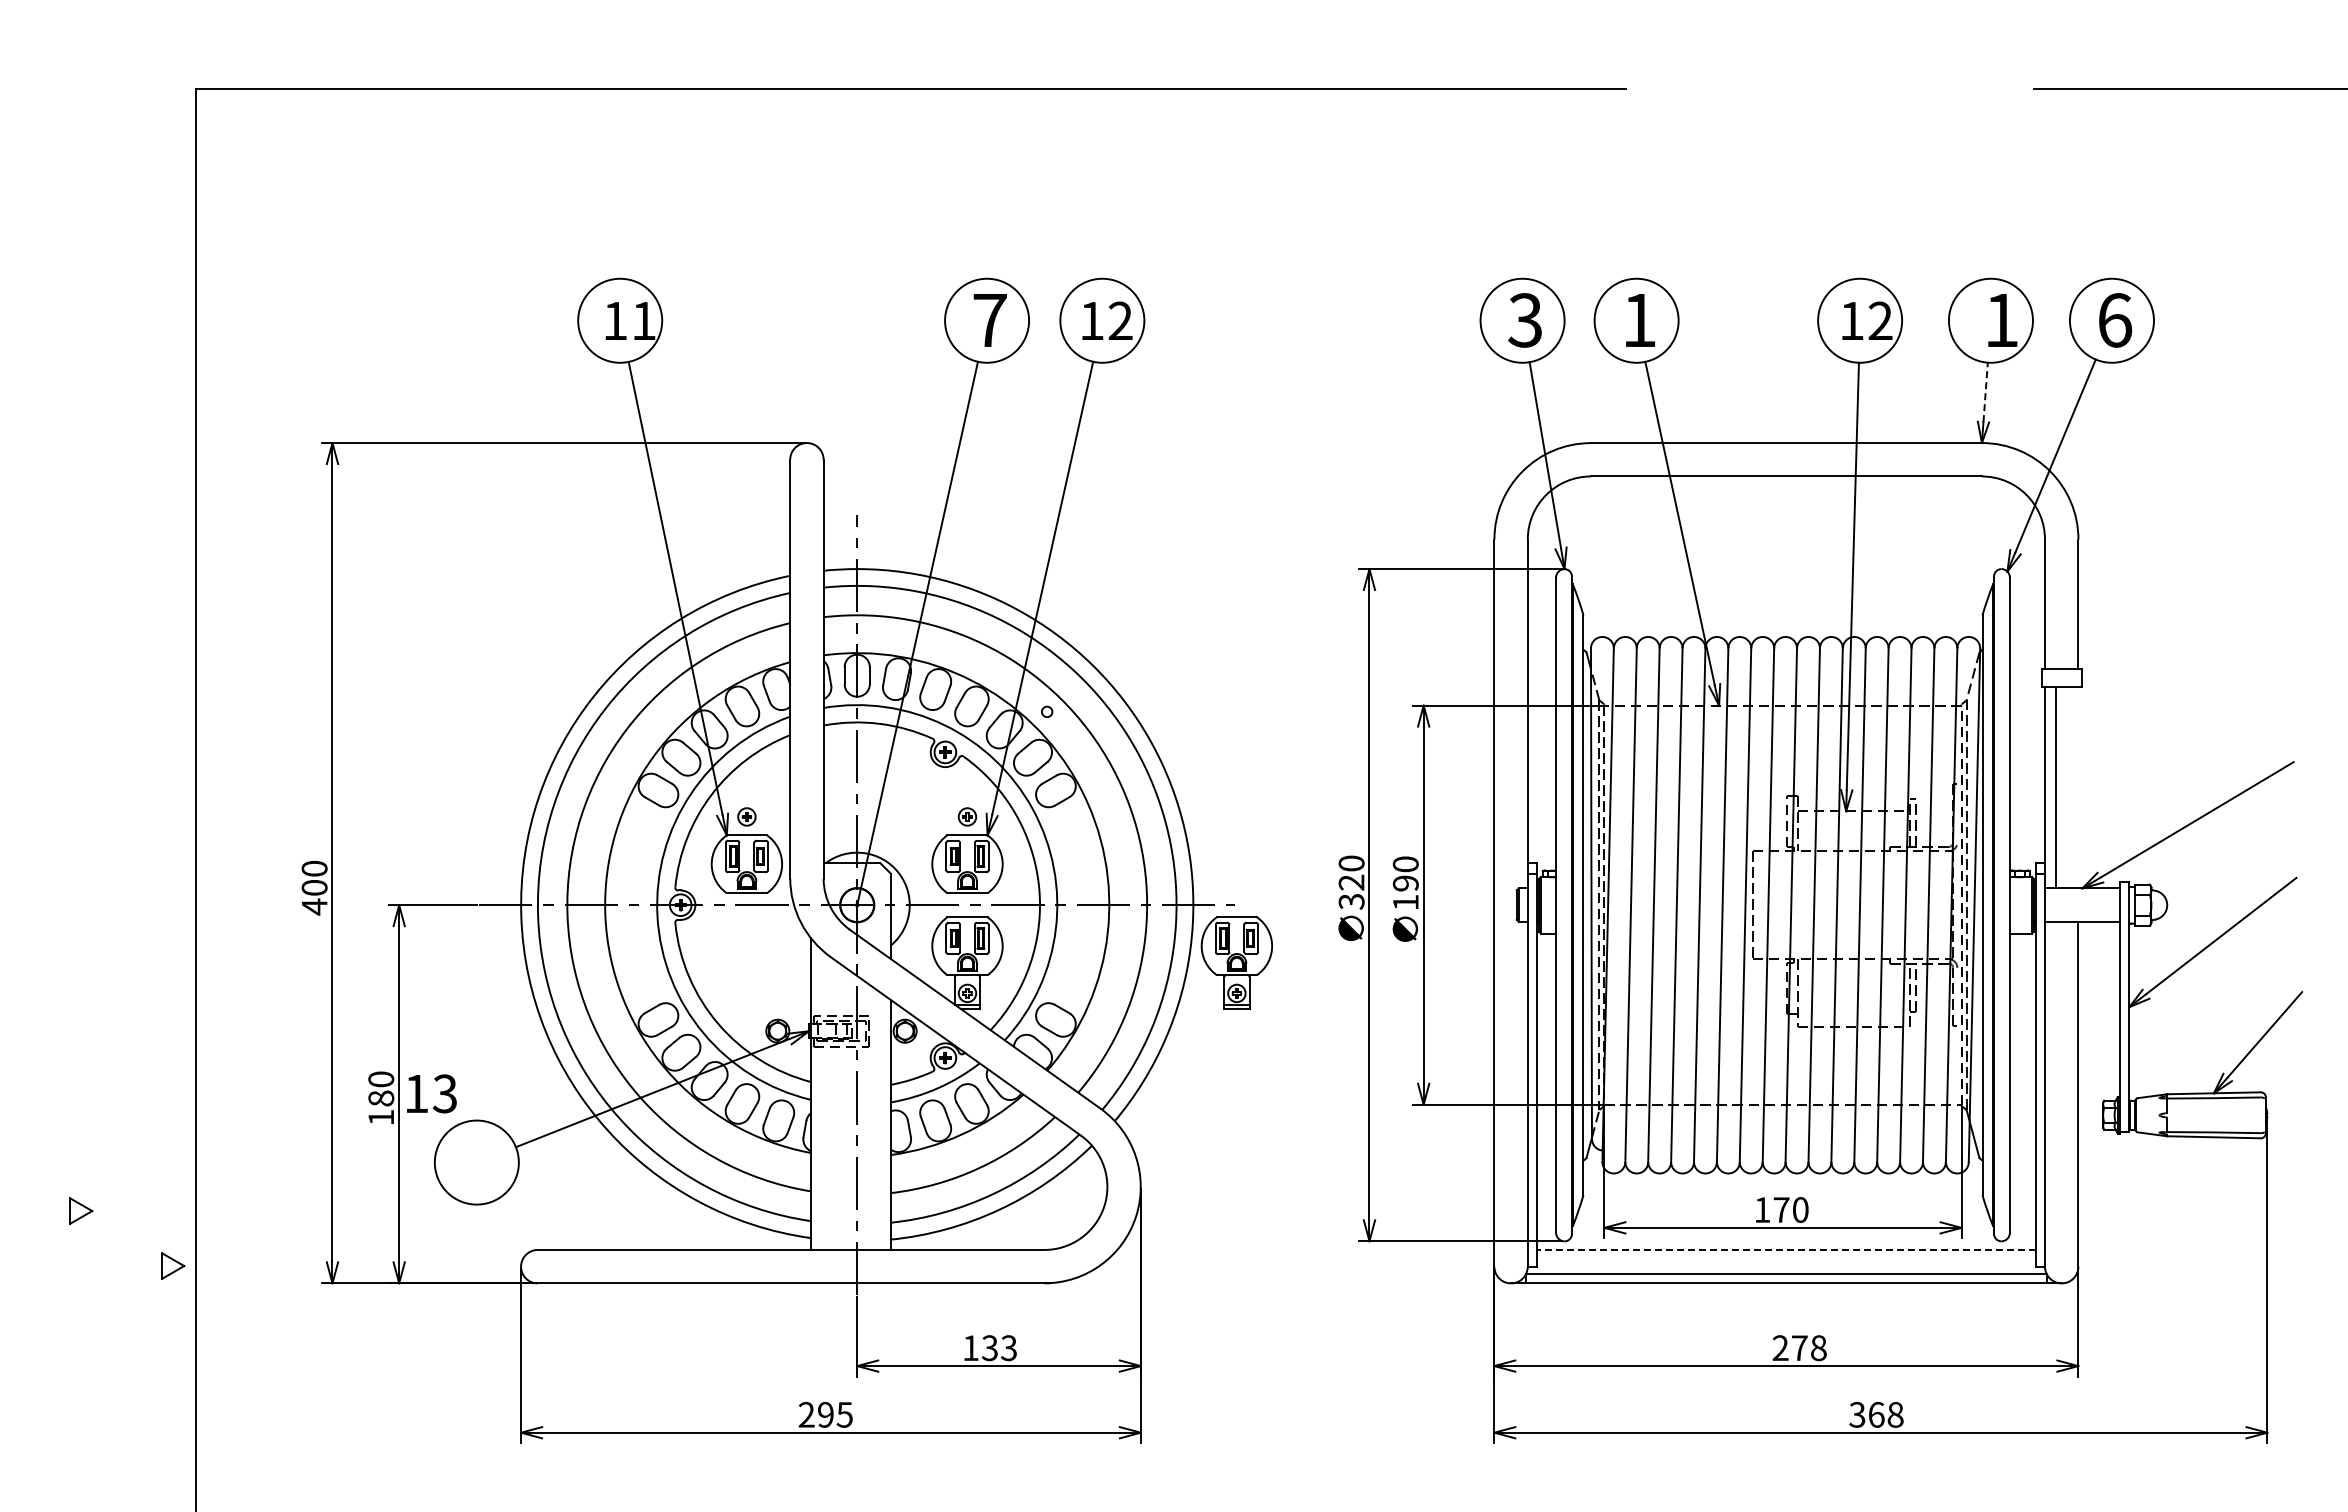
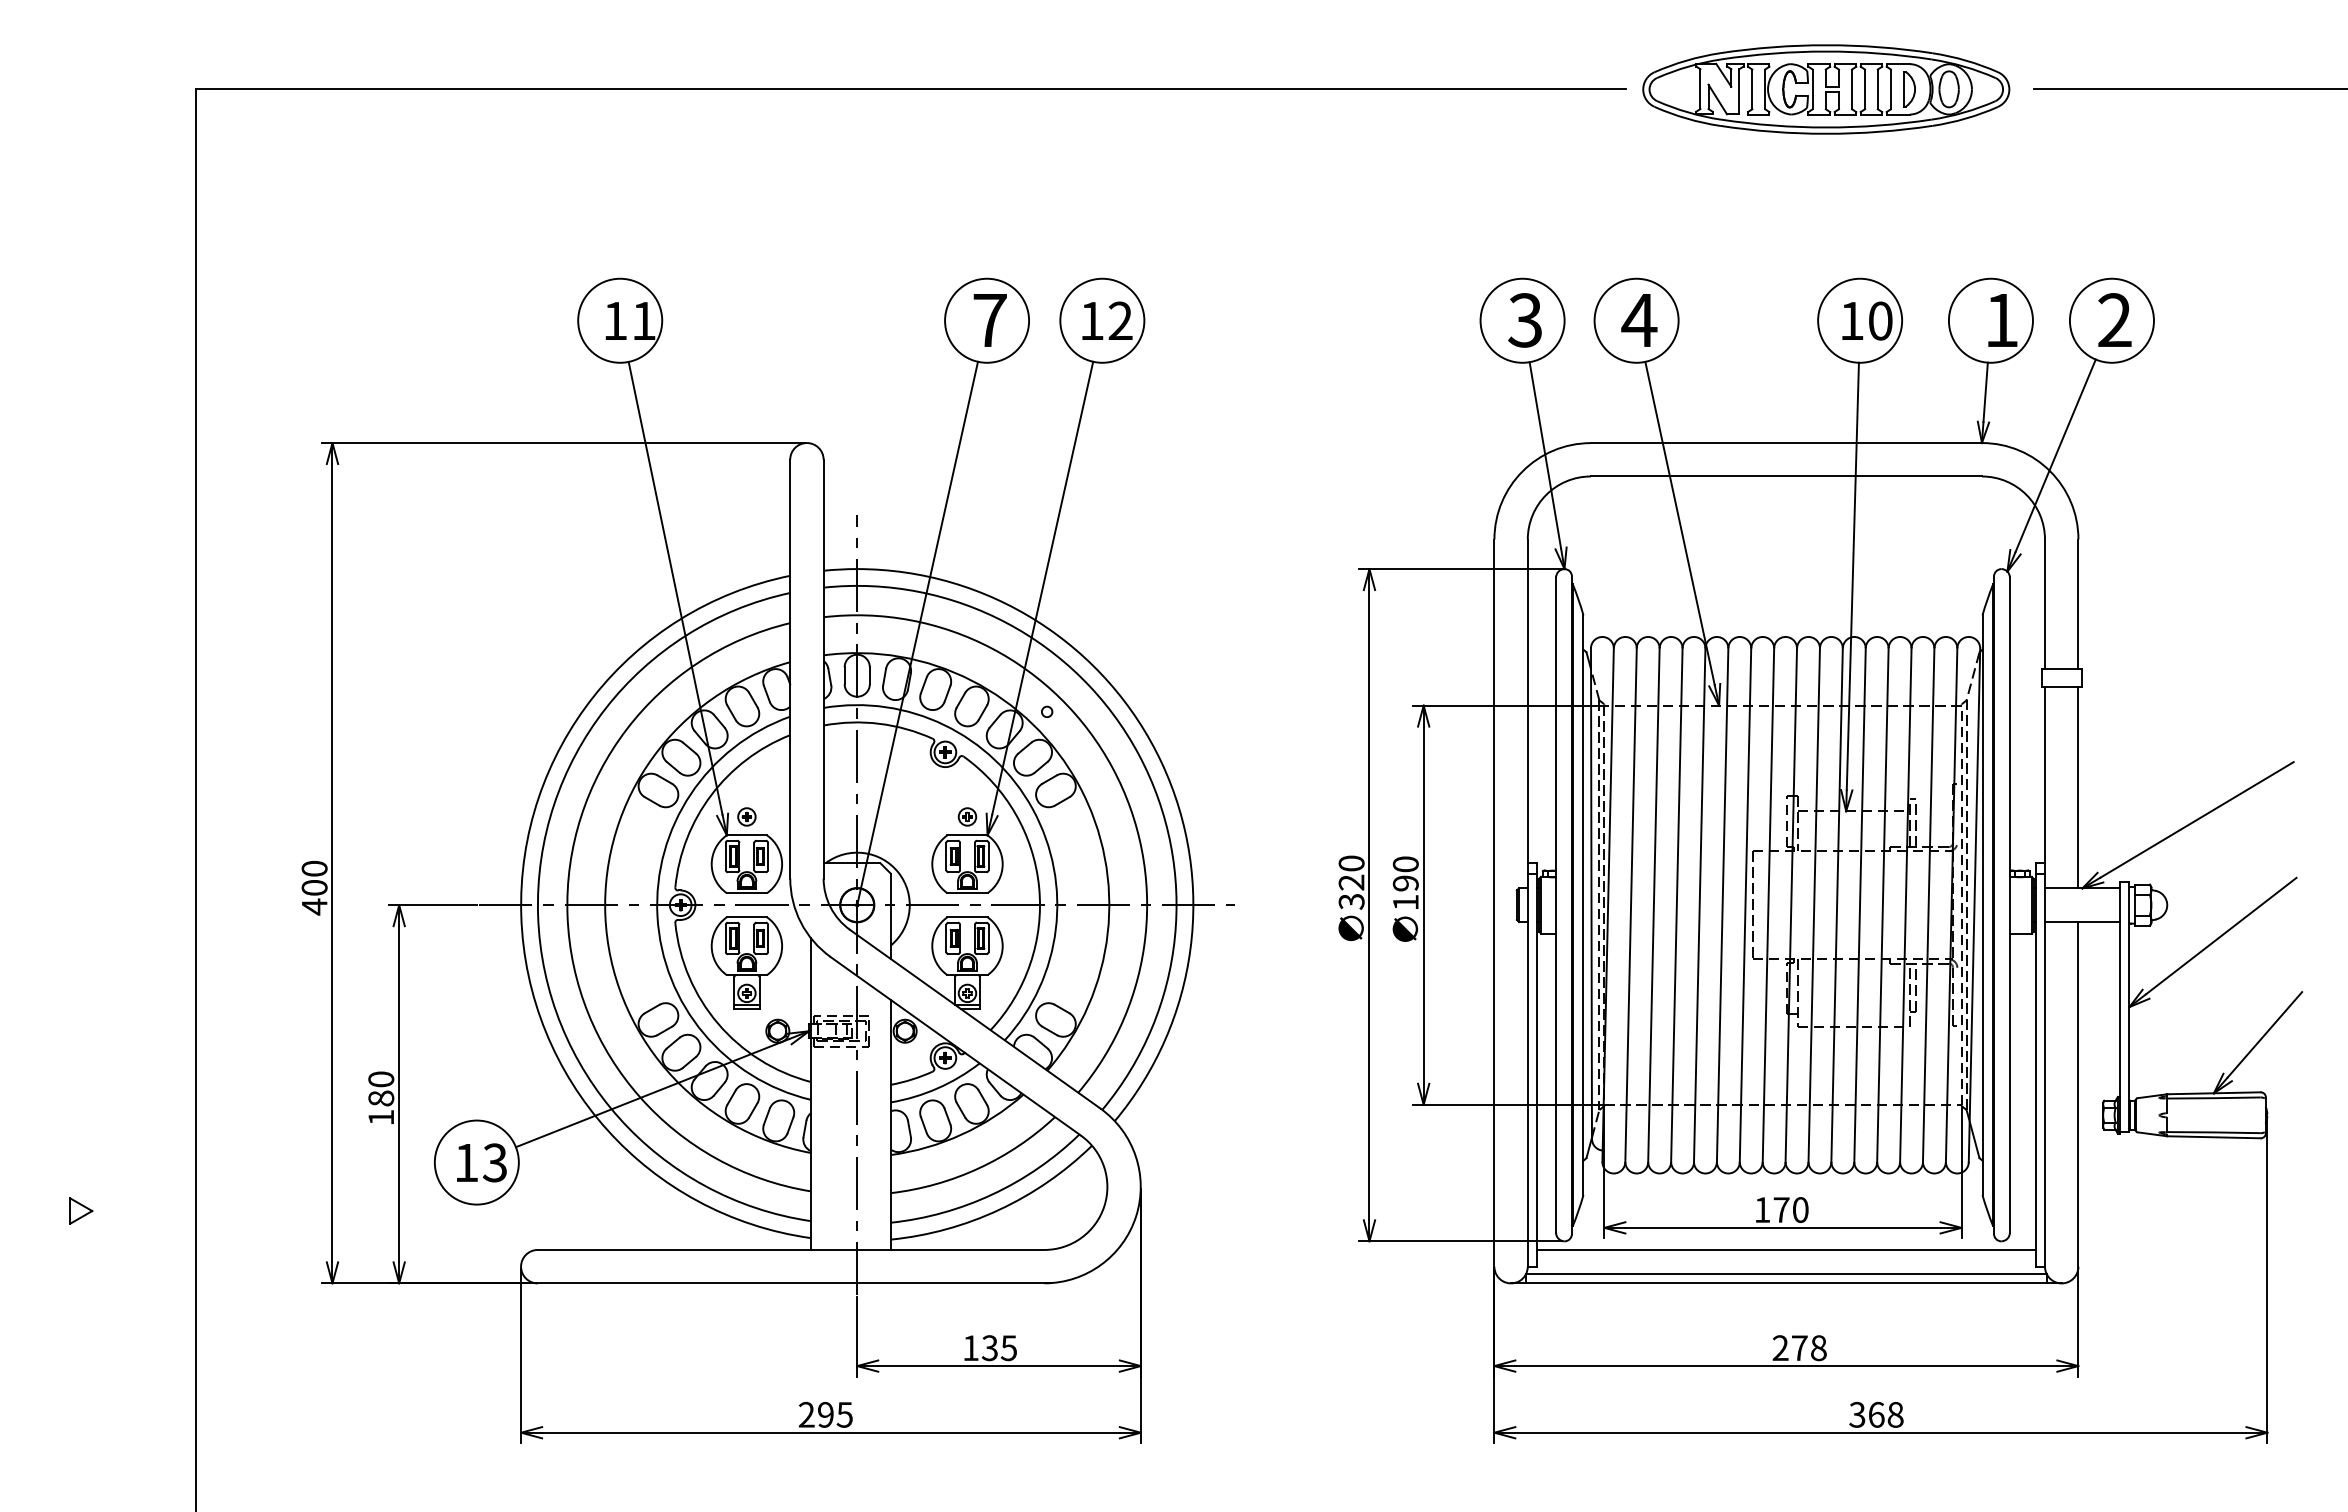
part at (1826, 89): none -> present
text at (1639, 320): 1 -> 4
text at (1880, 320): 12 -> 10
text at (2115, 320): 6 -> 2
line at (1985, 392): dashed -> solid
line at (2056, 787) position: (2056, 787) -> (2078, 787)
part at (1236, 962) position: (1236, 962) -> (746, 962)
text at (431, 1093) position: (431, 1093) -> (481, 1162)
line at (1785, 1249): dashed -> solid
part at (173, 1265): present -> none
text at (1008, 1347): 133 -> 135
